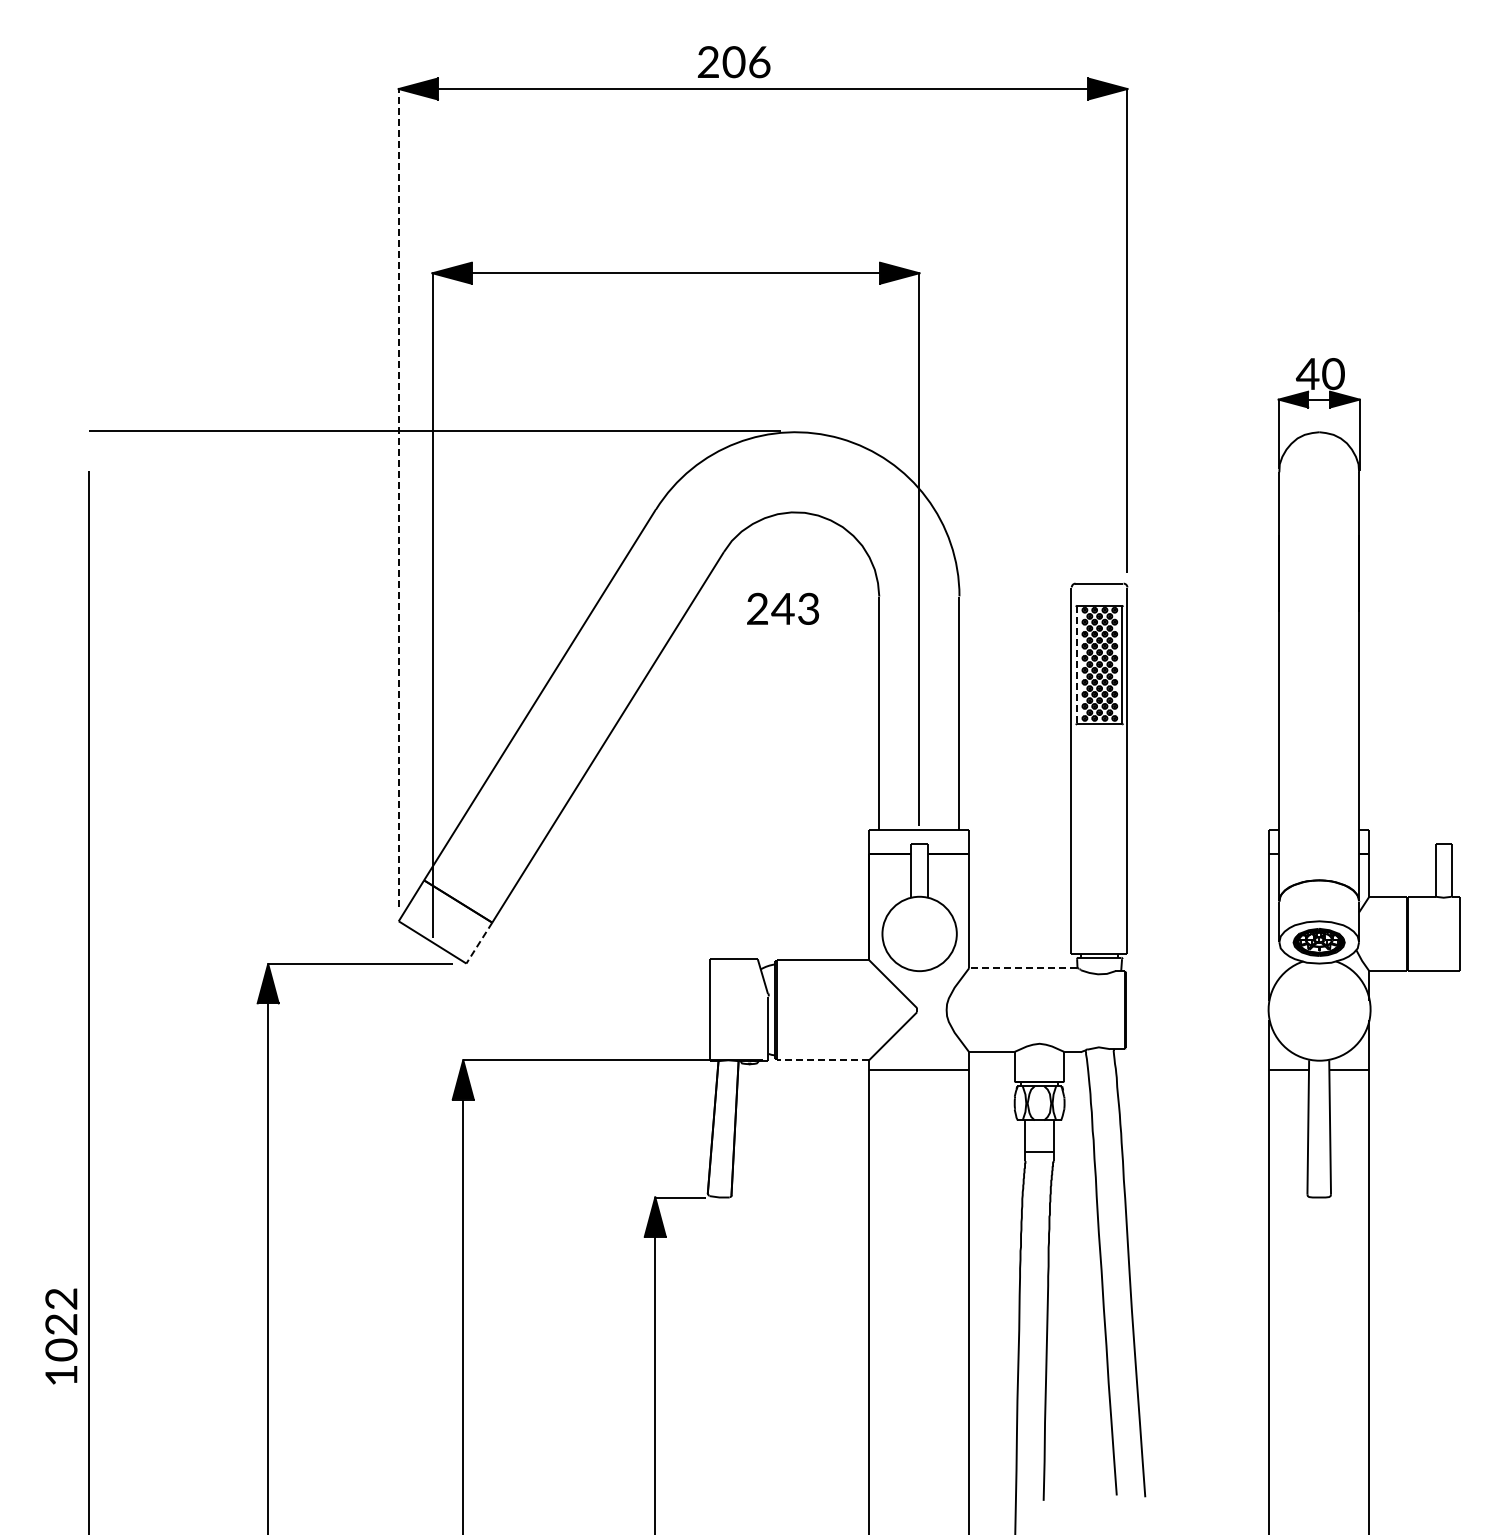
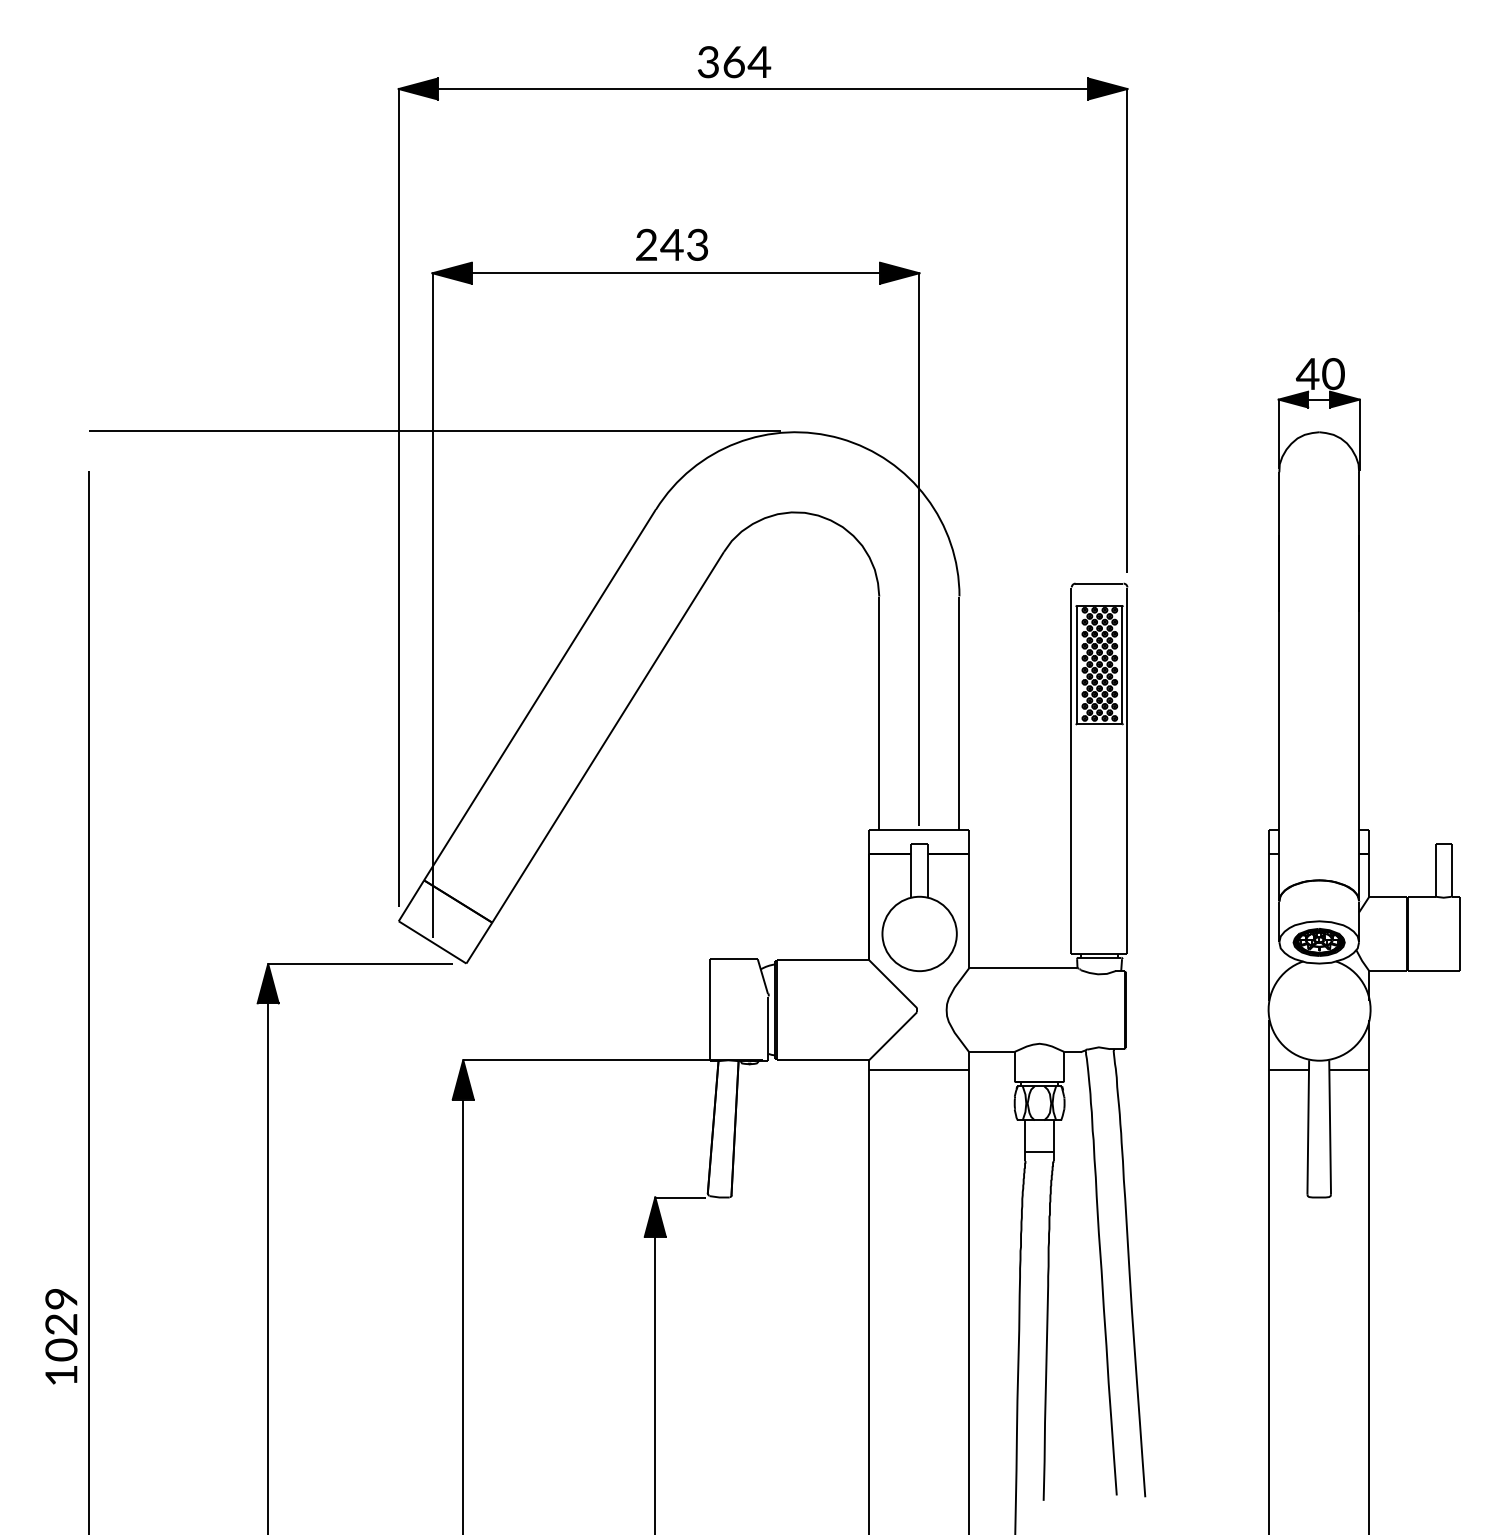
text at (734, 62): 206 -> 364
line at (398, 497): dashed -> solid
text at (782, 608) position: (782, 608) -> (671, 244)
line at (1077, 664): dashed -> solid
line at (479, 943): dashed -> solid
line at (1023, 968): dashed -> solid
line at (822, 1060): dashed -> solid
text at (61, 1298): 1022 -> 1029
